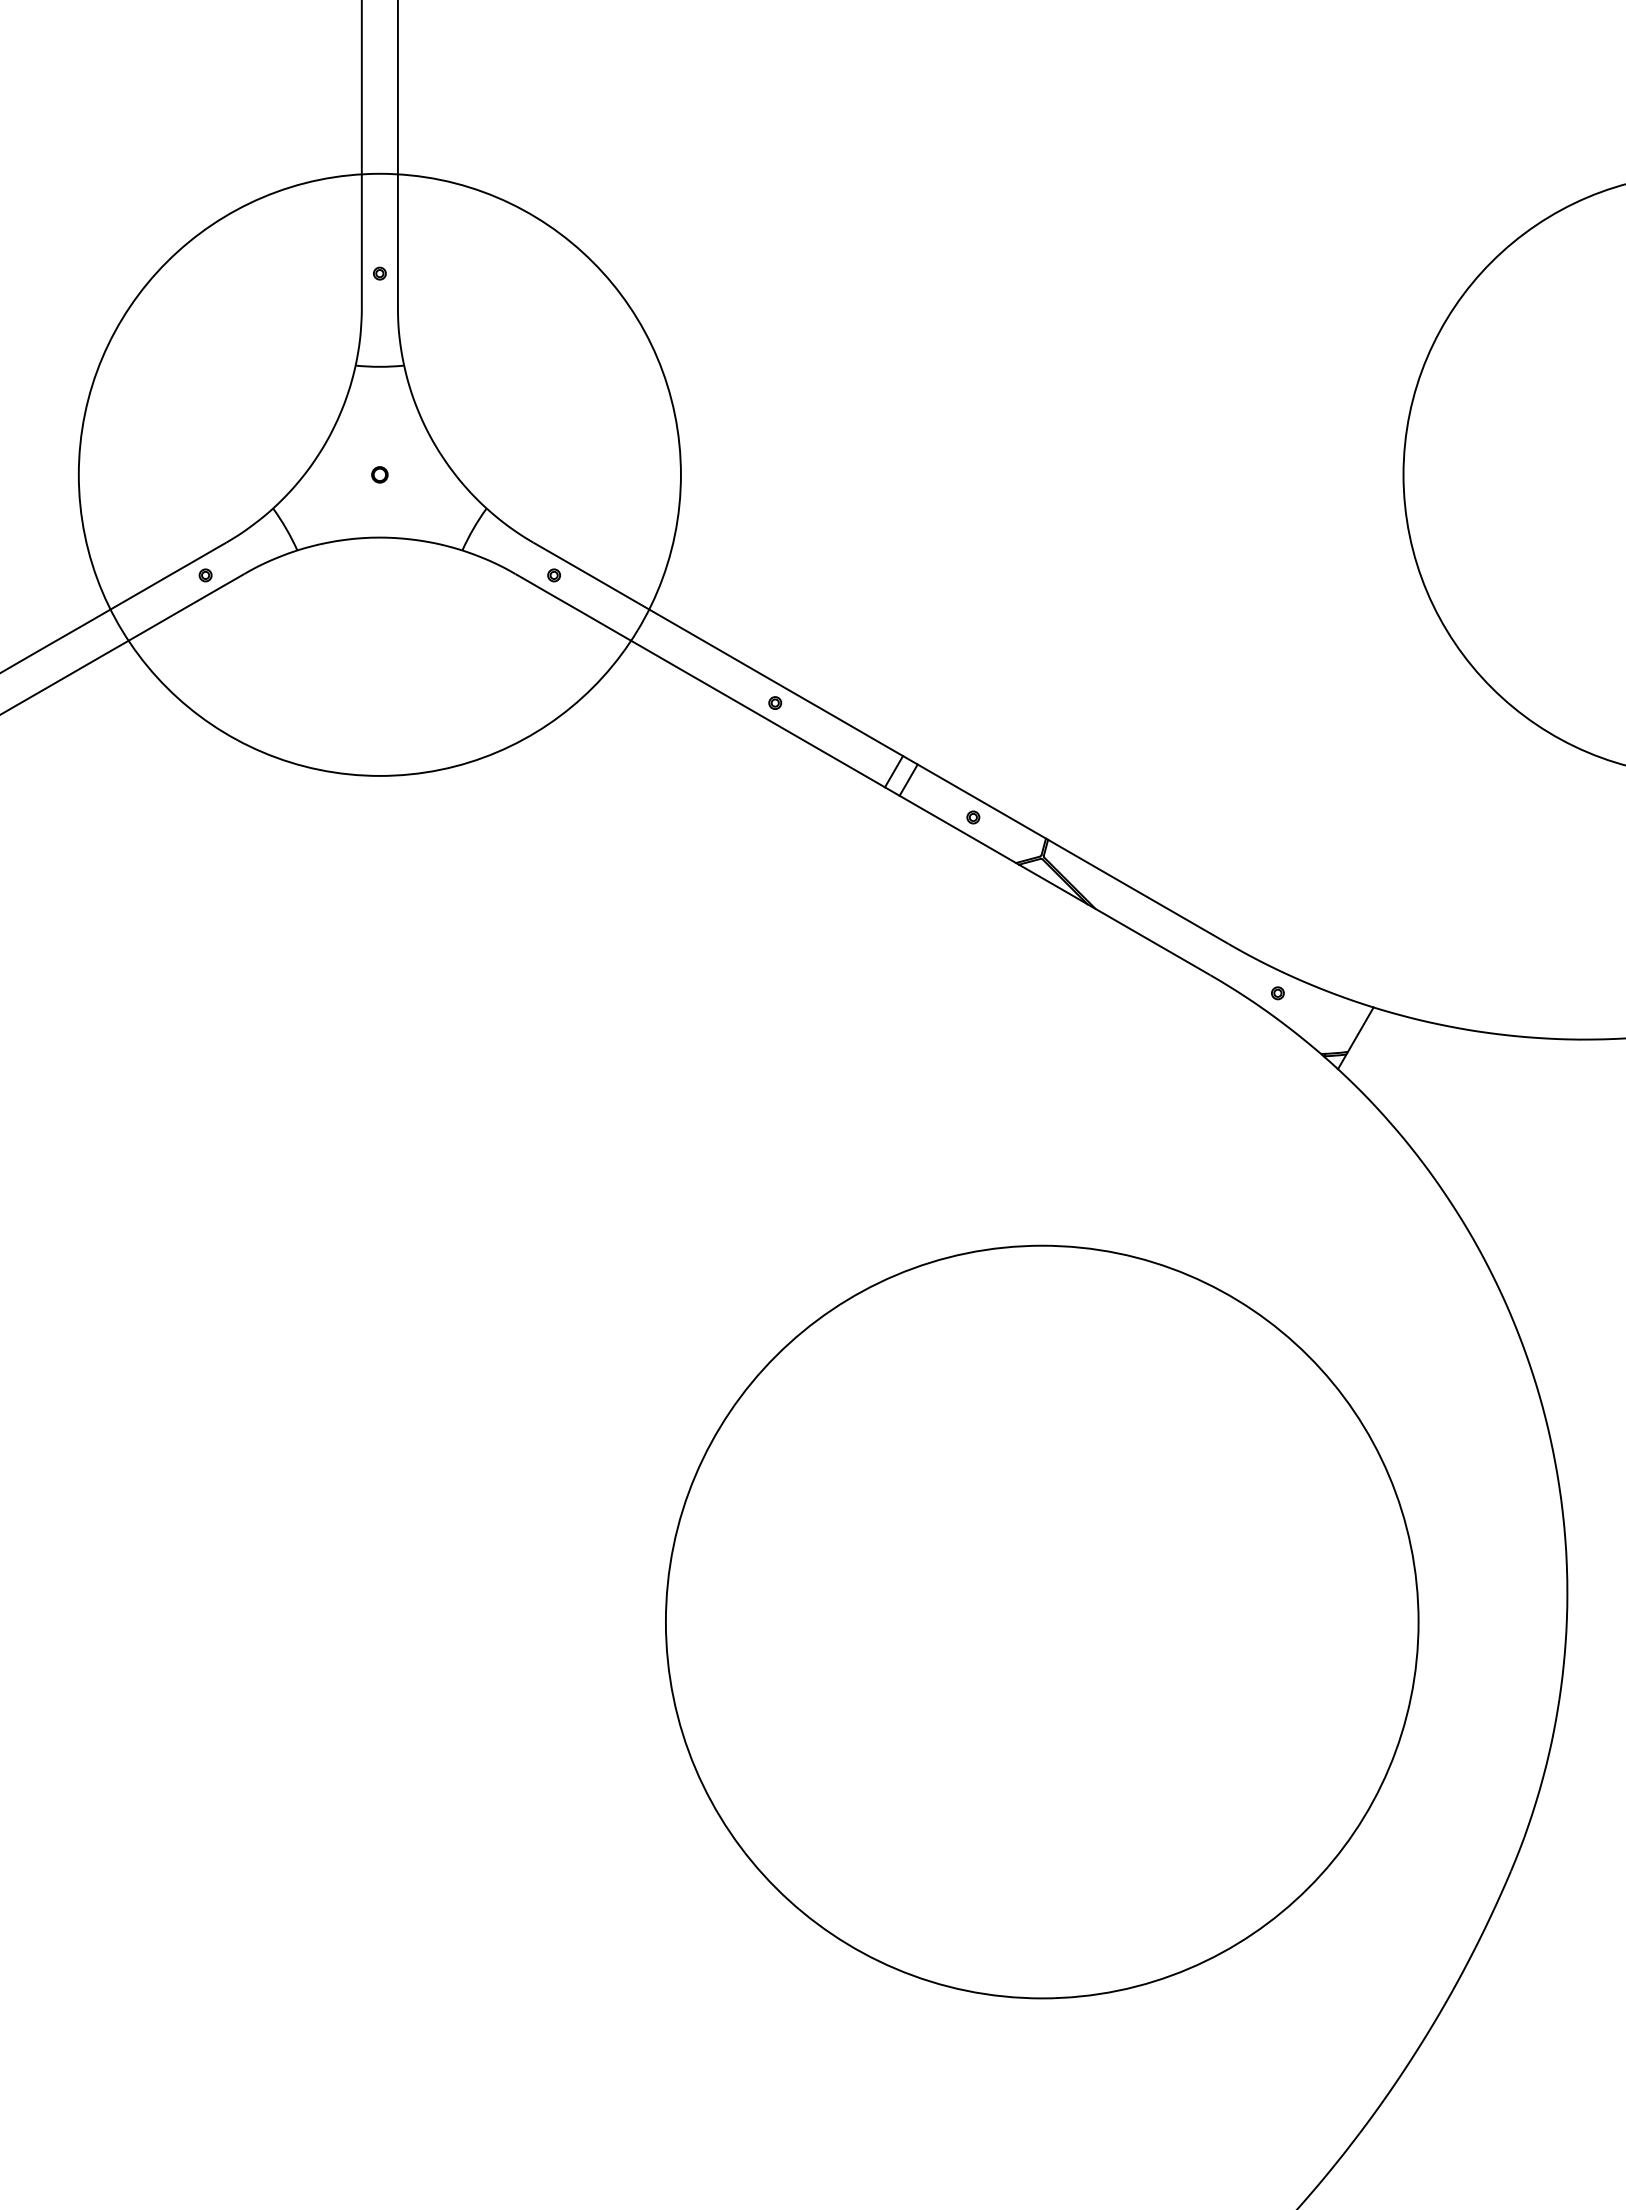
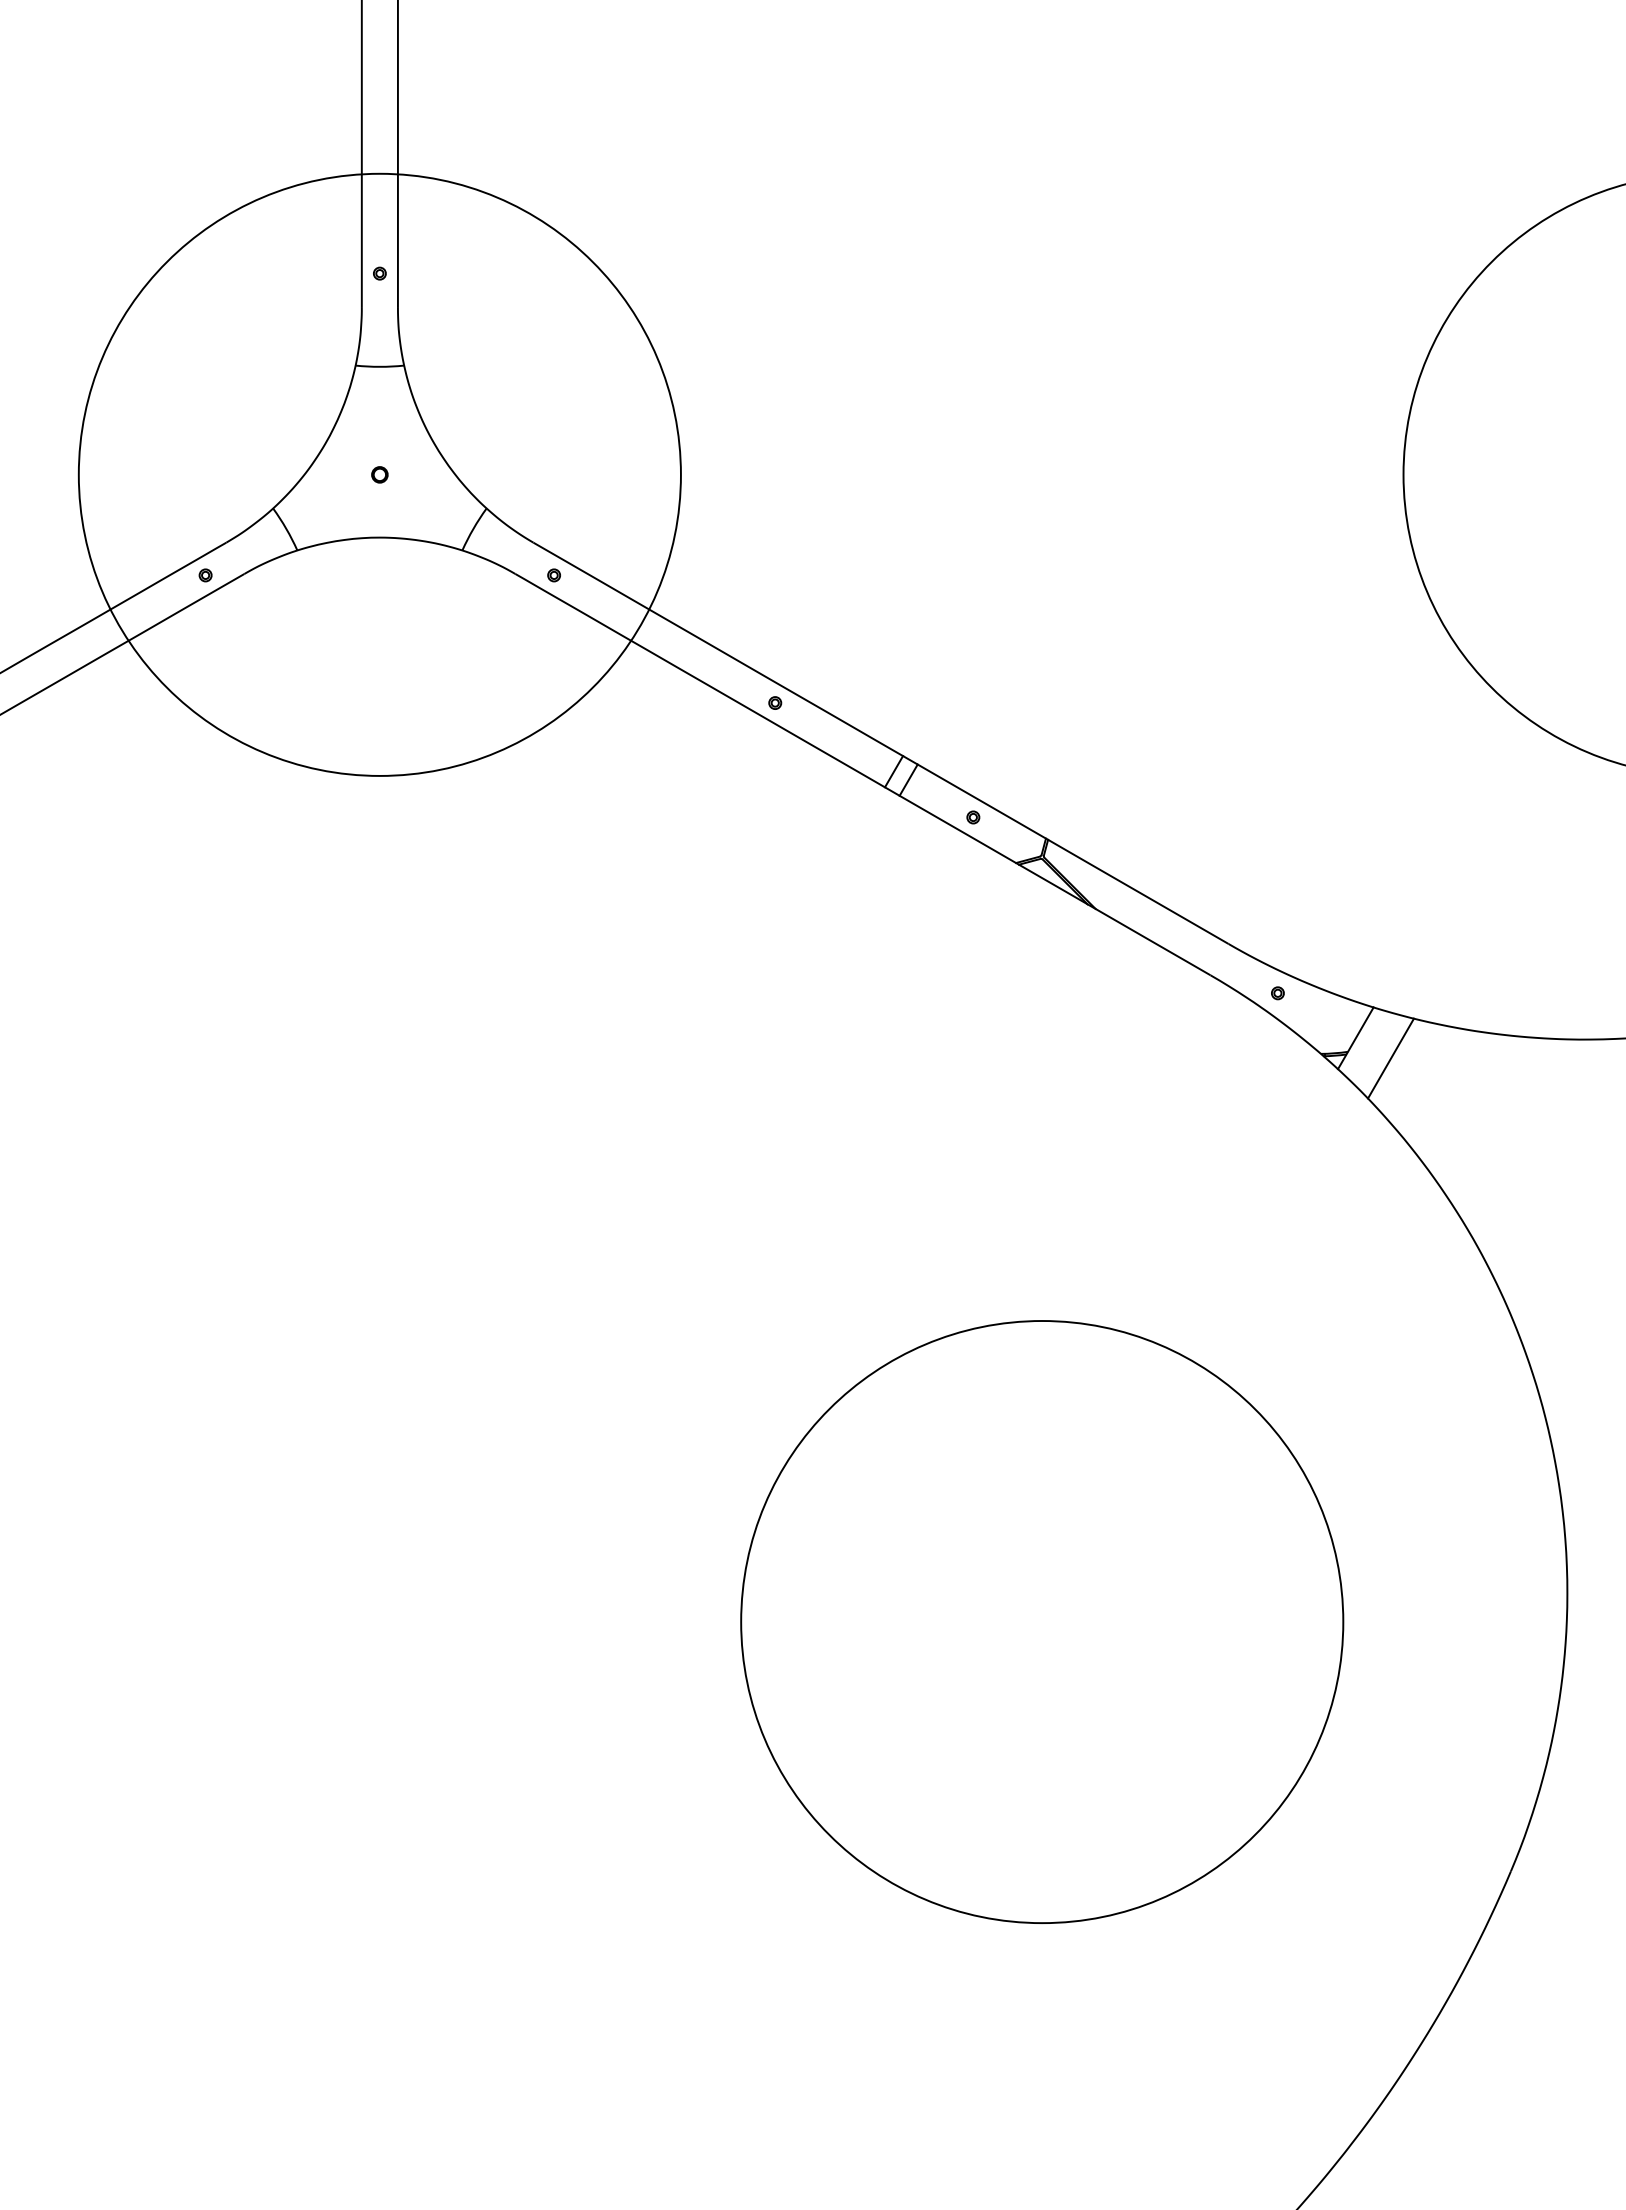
line at (1391, 1058): none -> present
circle at (1041, 1621) diameter: 753 px -> 602 px
